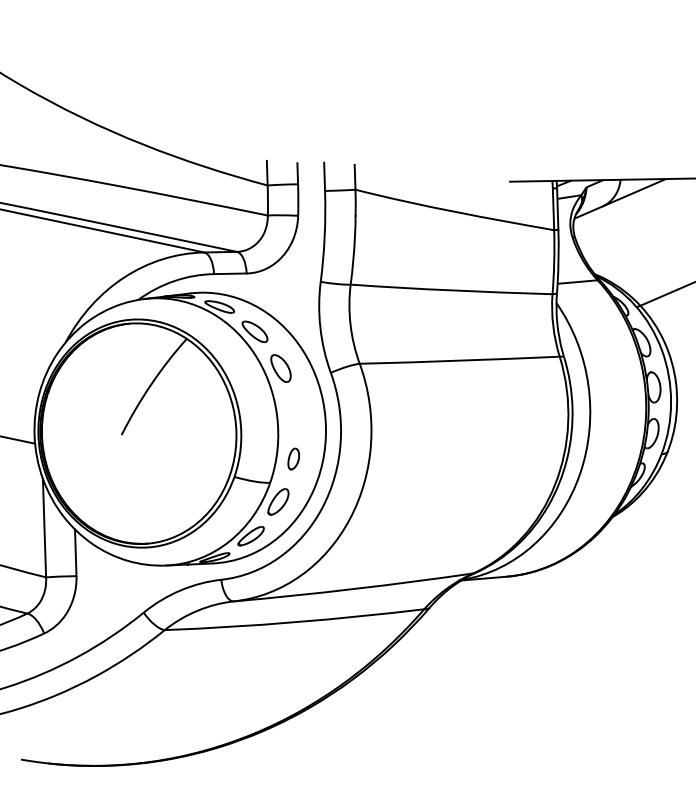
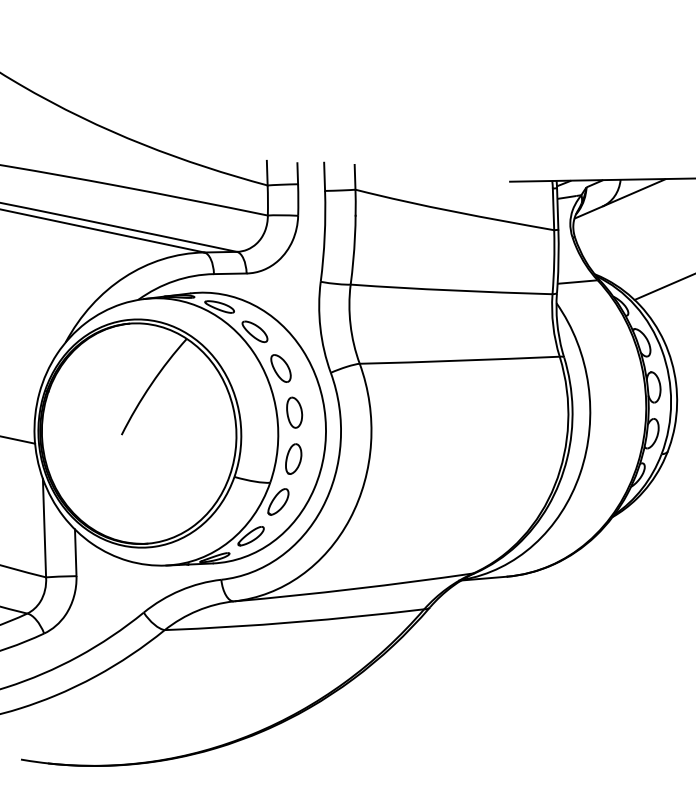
line at (664, 294) position: (664, 294) -> (663, 286)
part at (294, 412): none -> present
part at (293, 458) size: 14x24 px -> 18x32 px
